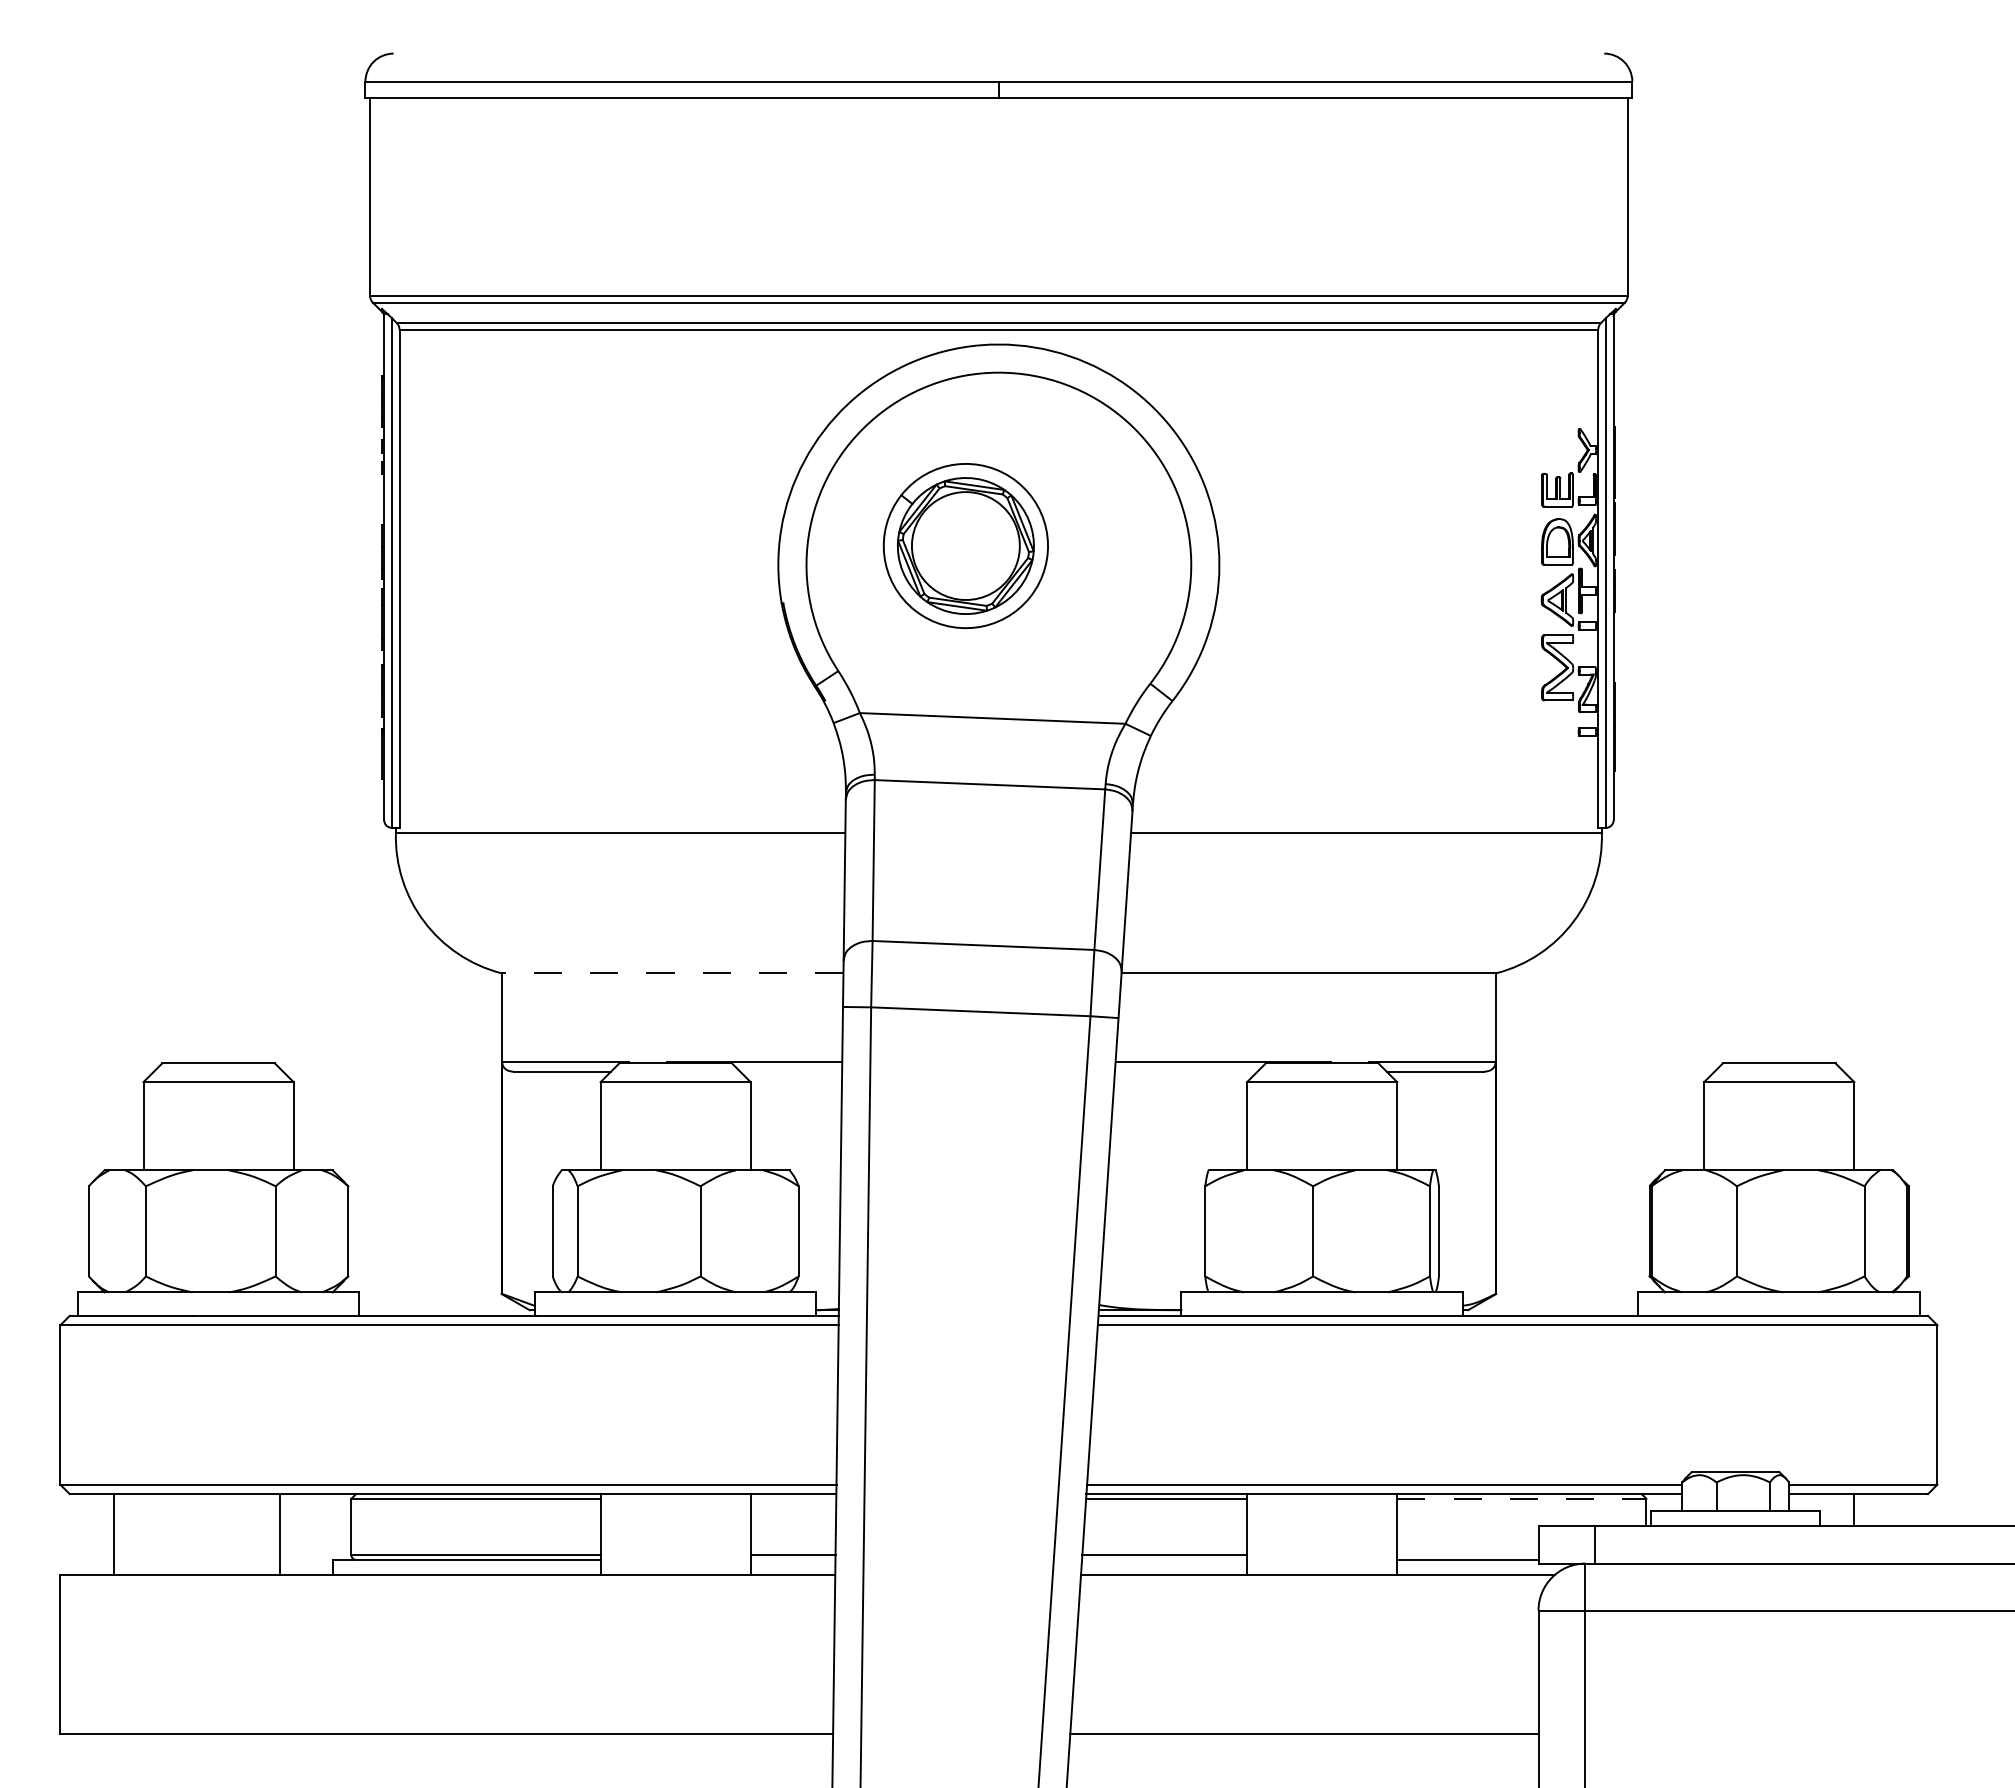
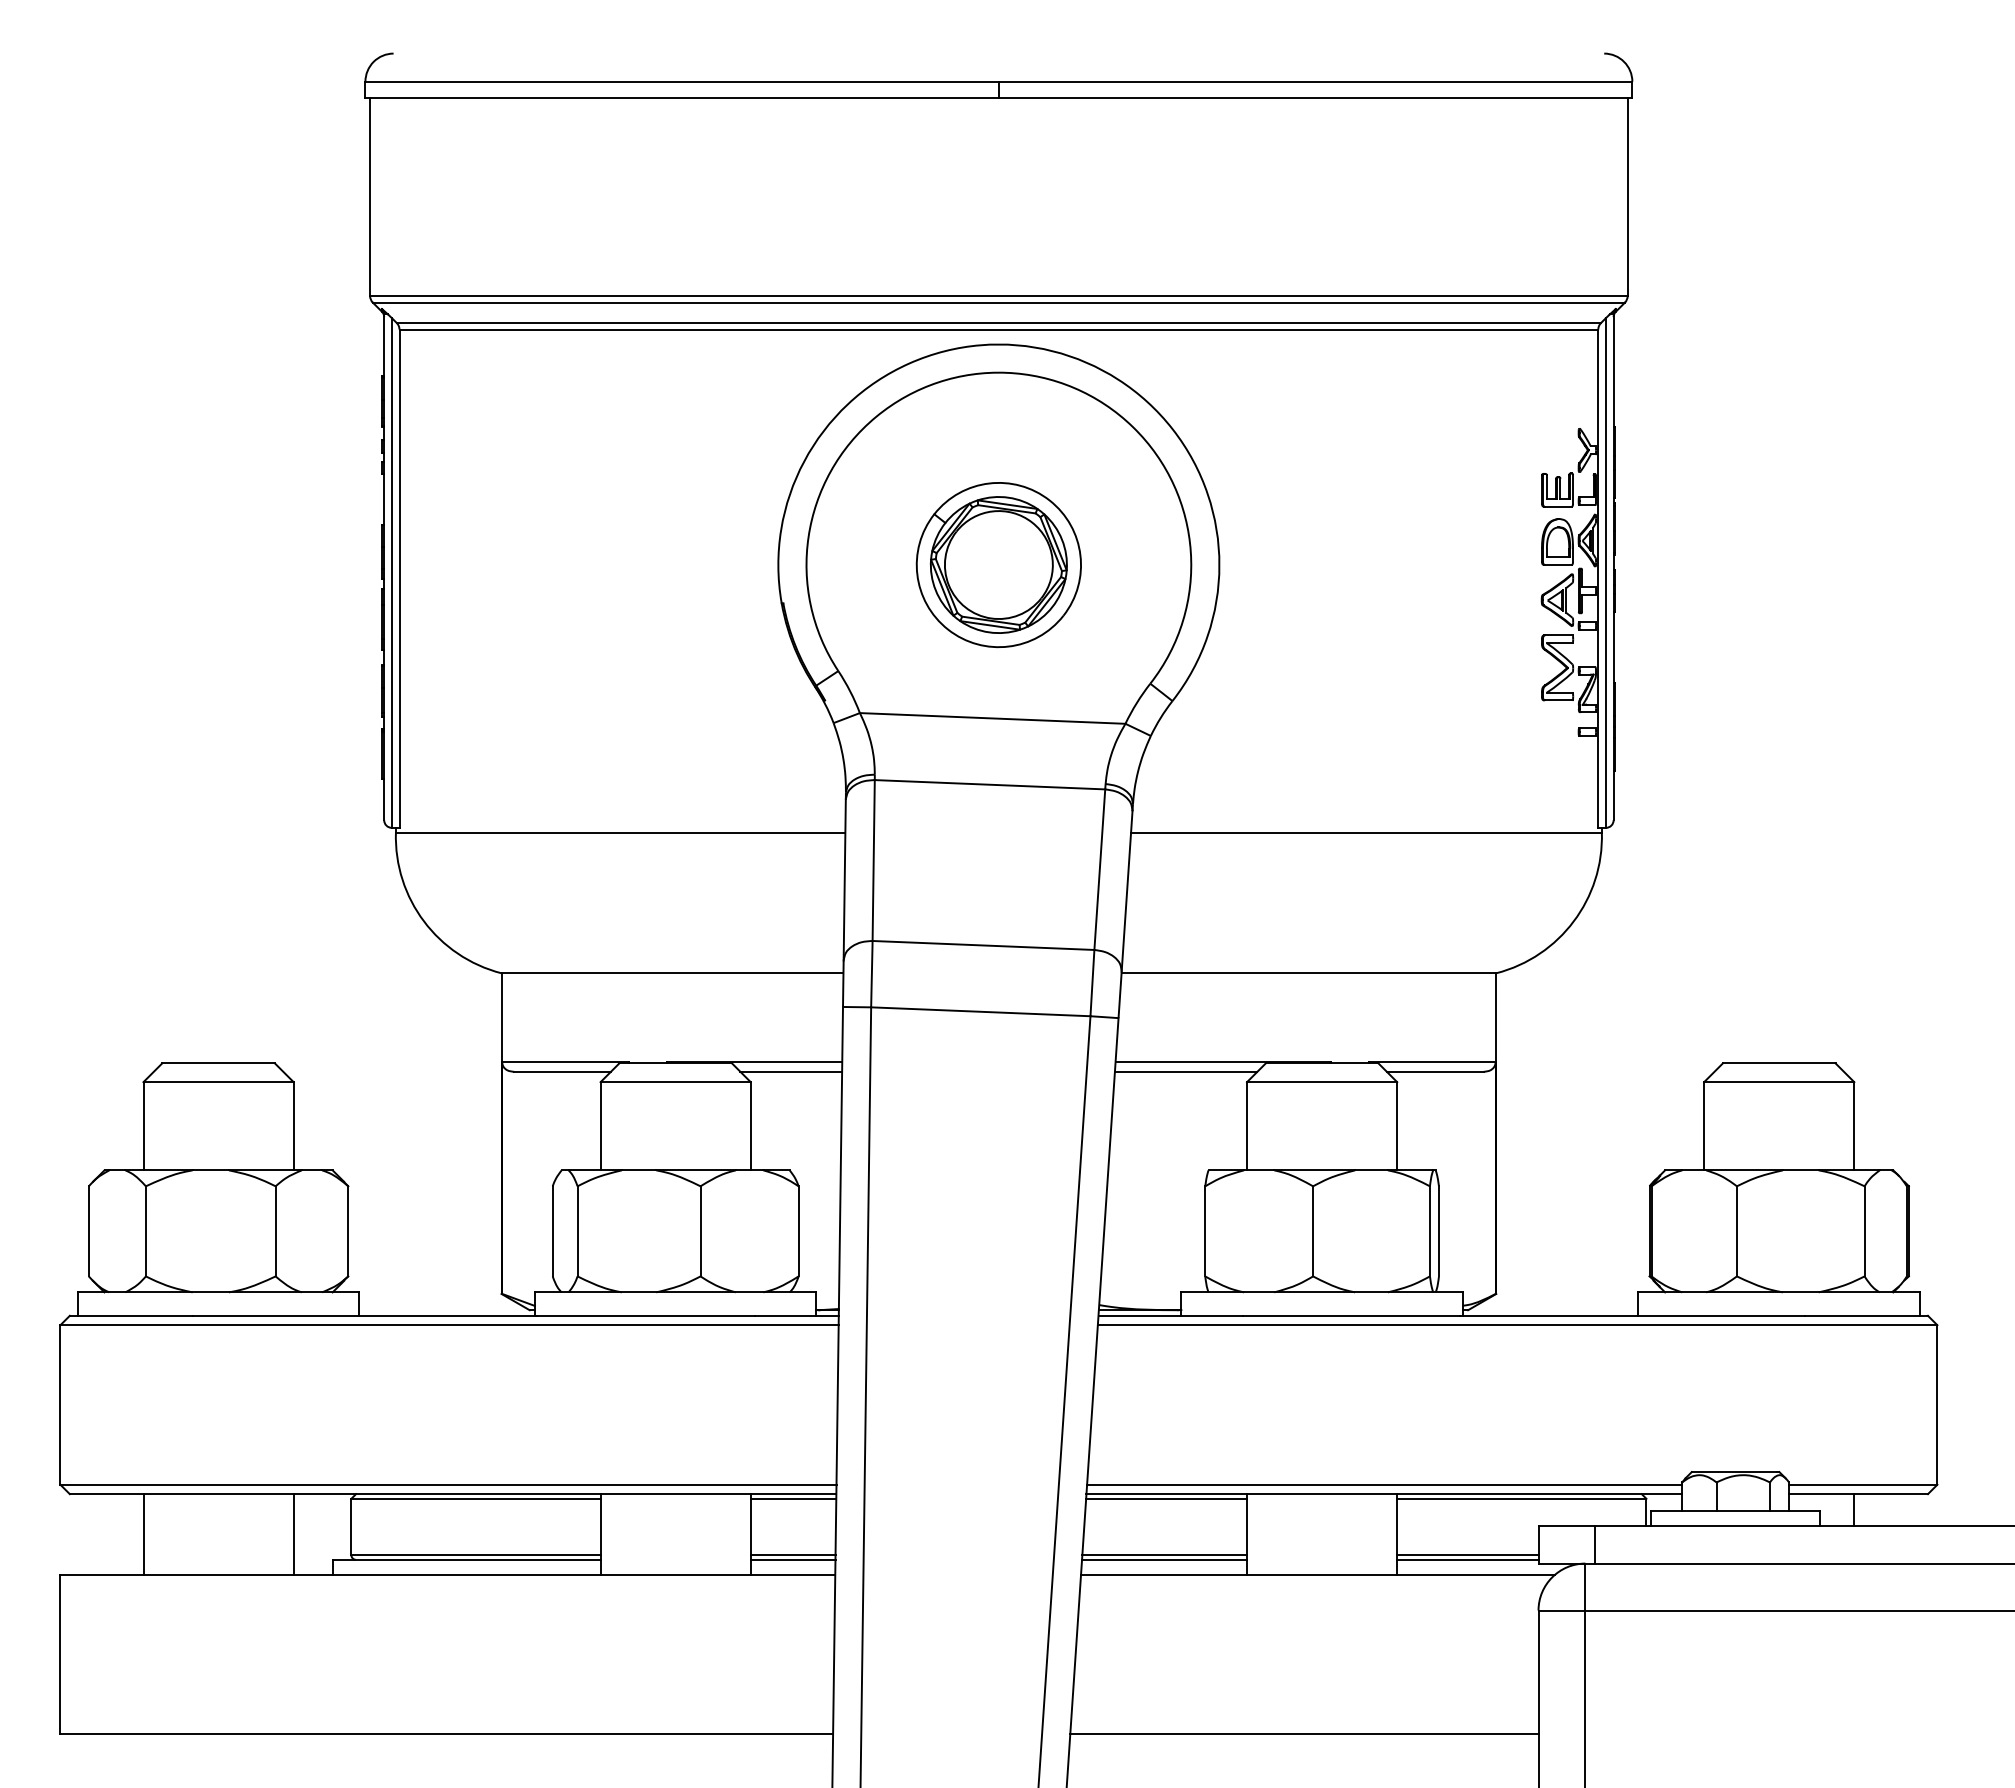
part at (965, 546) position: (965, 546) -> (998, 565)
line at (672, 973): dashed -> solid
line at (791, 1071): none -> present
line at (1185, 1071): none -> present
line at (793, 1498): none -> present
line at (1521, 1498): dashed -> solid
line at (113, 1534) position: (113, 1534) -> (143, 1534)
line at (279, 1534) position: (279, 1534) -> (293, 1534)
line at (1467, 1555): none -> present
line at (792, 1559): none -> present
line at (1164, 1559): none -> present
